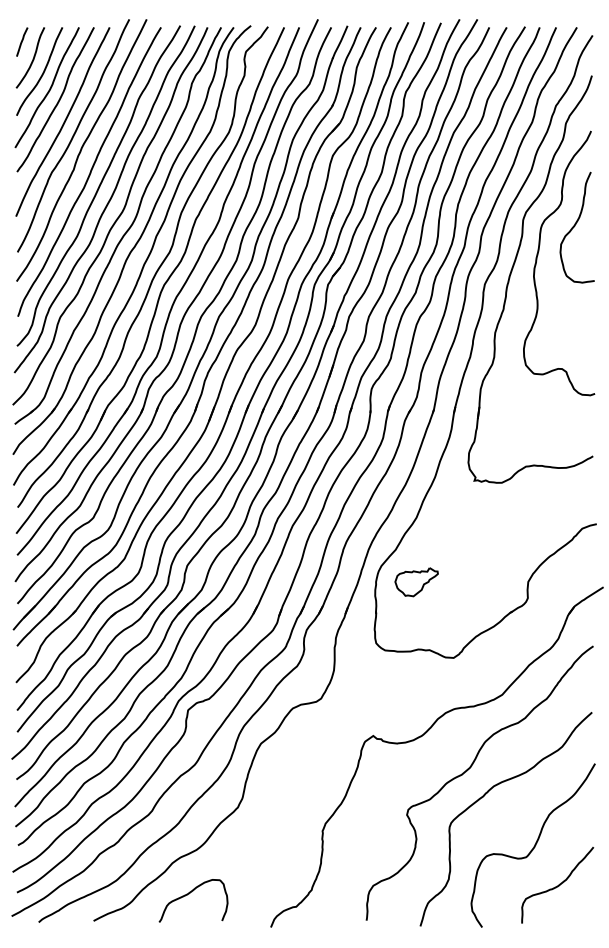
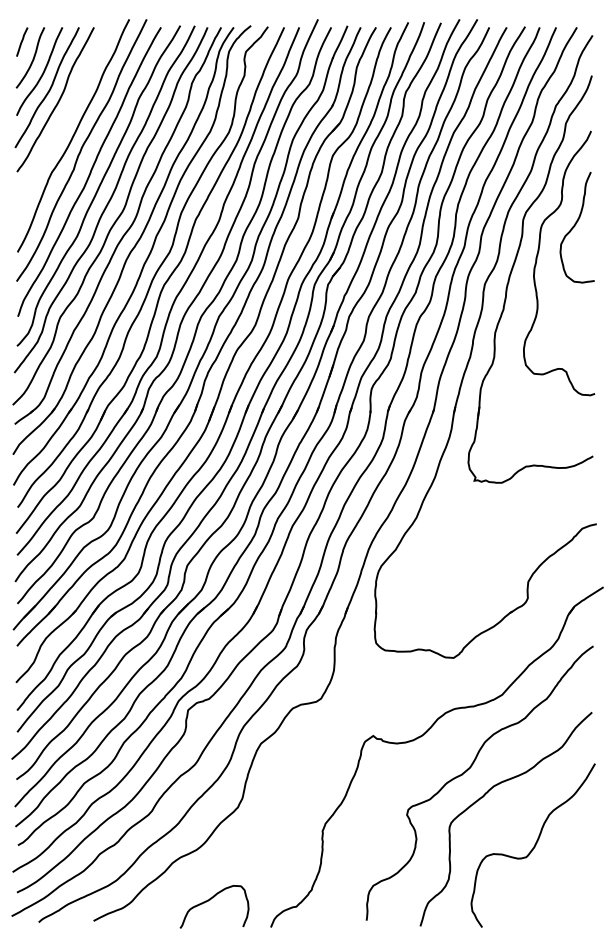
curve at (63, 122): present -> none
part at (416, 582): present -> none
curve at (557, 885): present -> none
curve at (189, 894) position: (189, 894) -> (210, 900)
